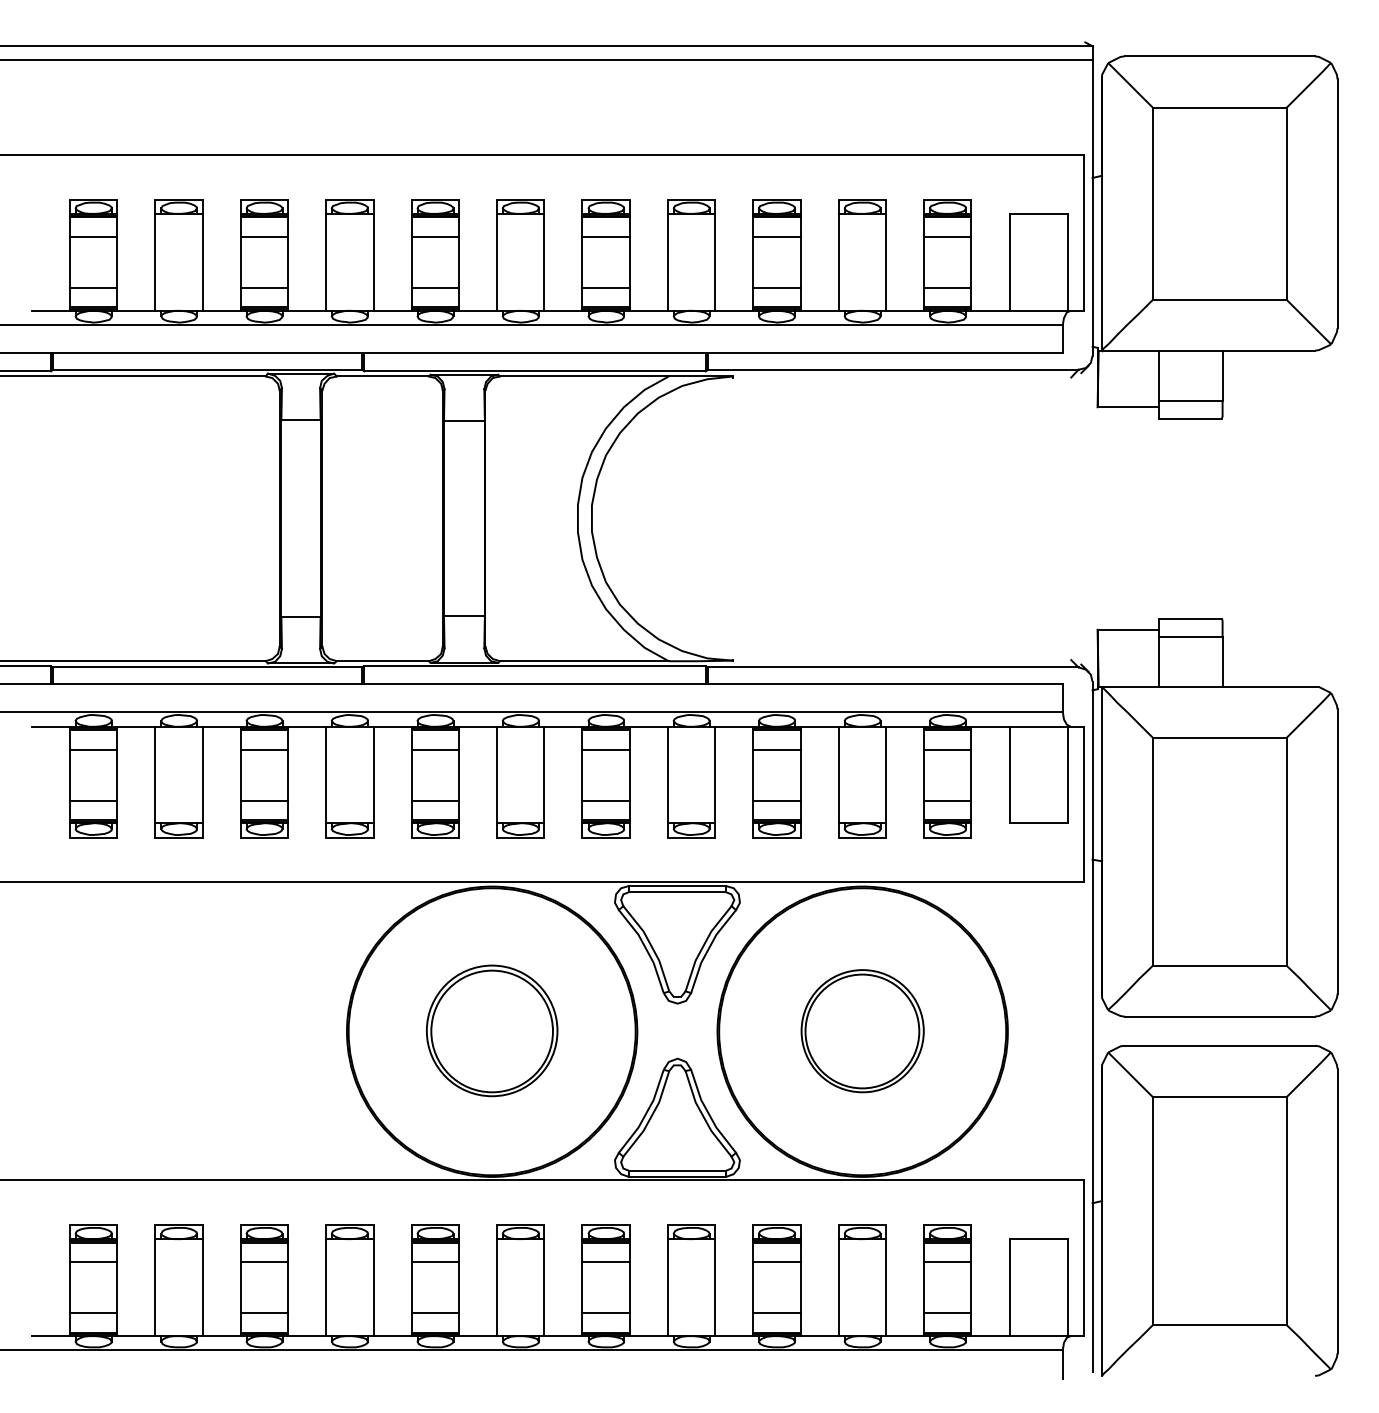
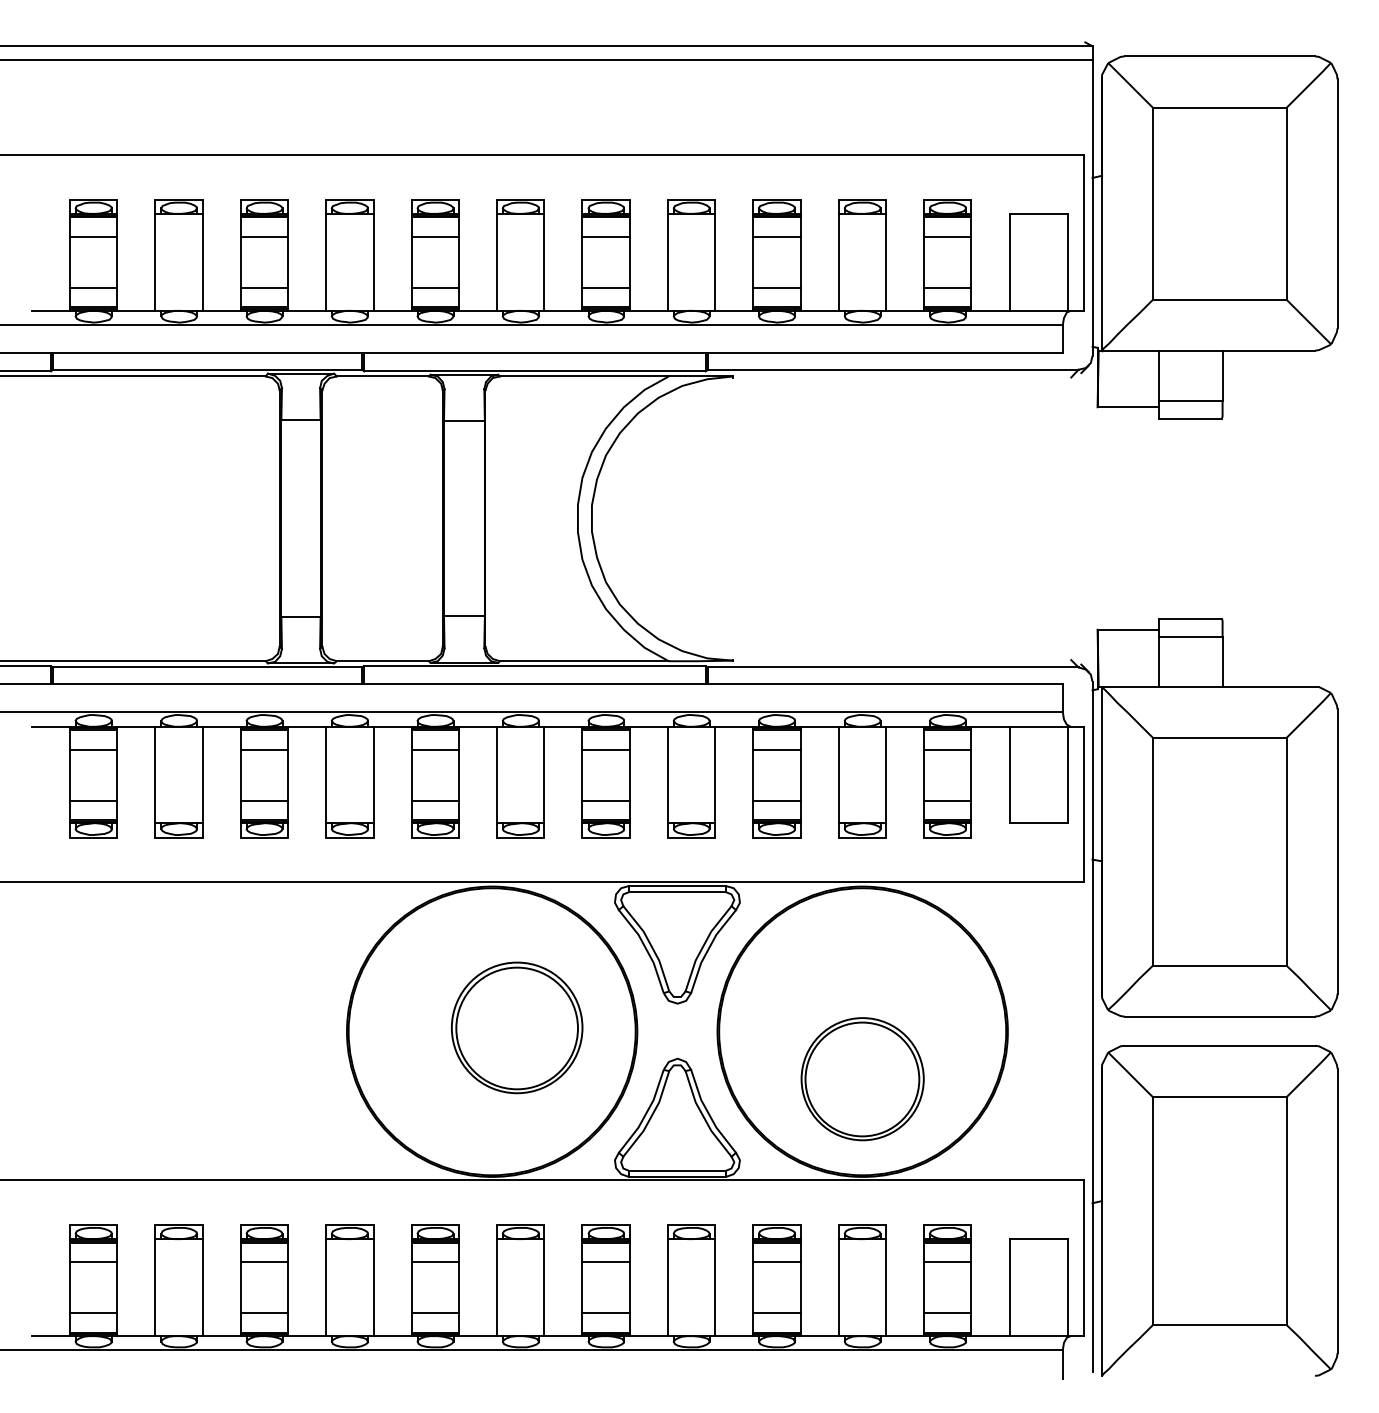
part at (492, 1030) position: (492, 1030) -> (517, 1027)
part at (862, 1031) position: (862, 1031) -> (862, 1079)
